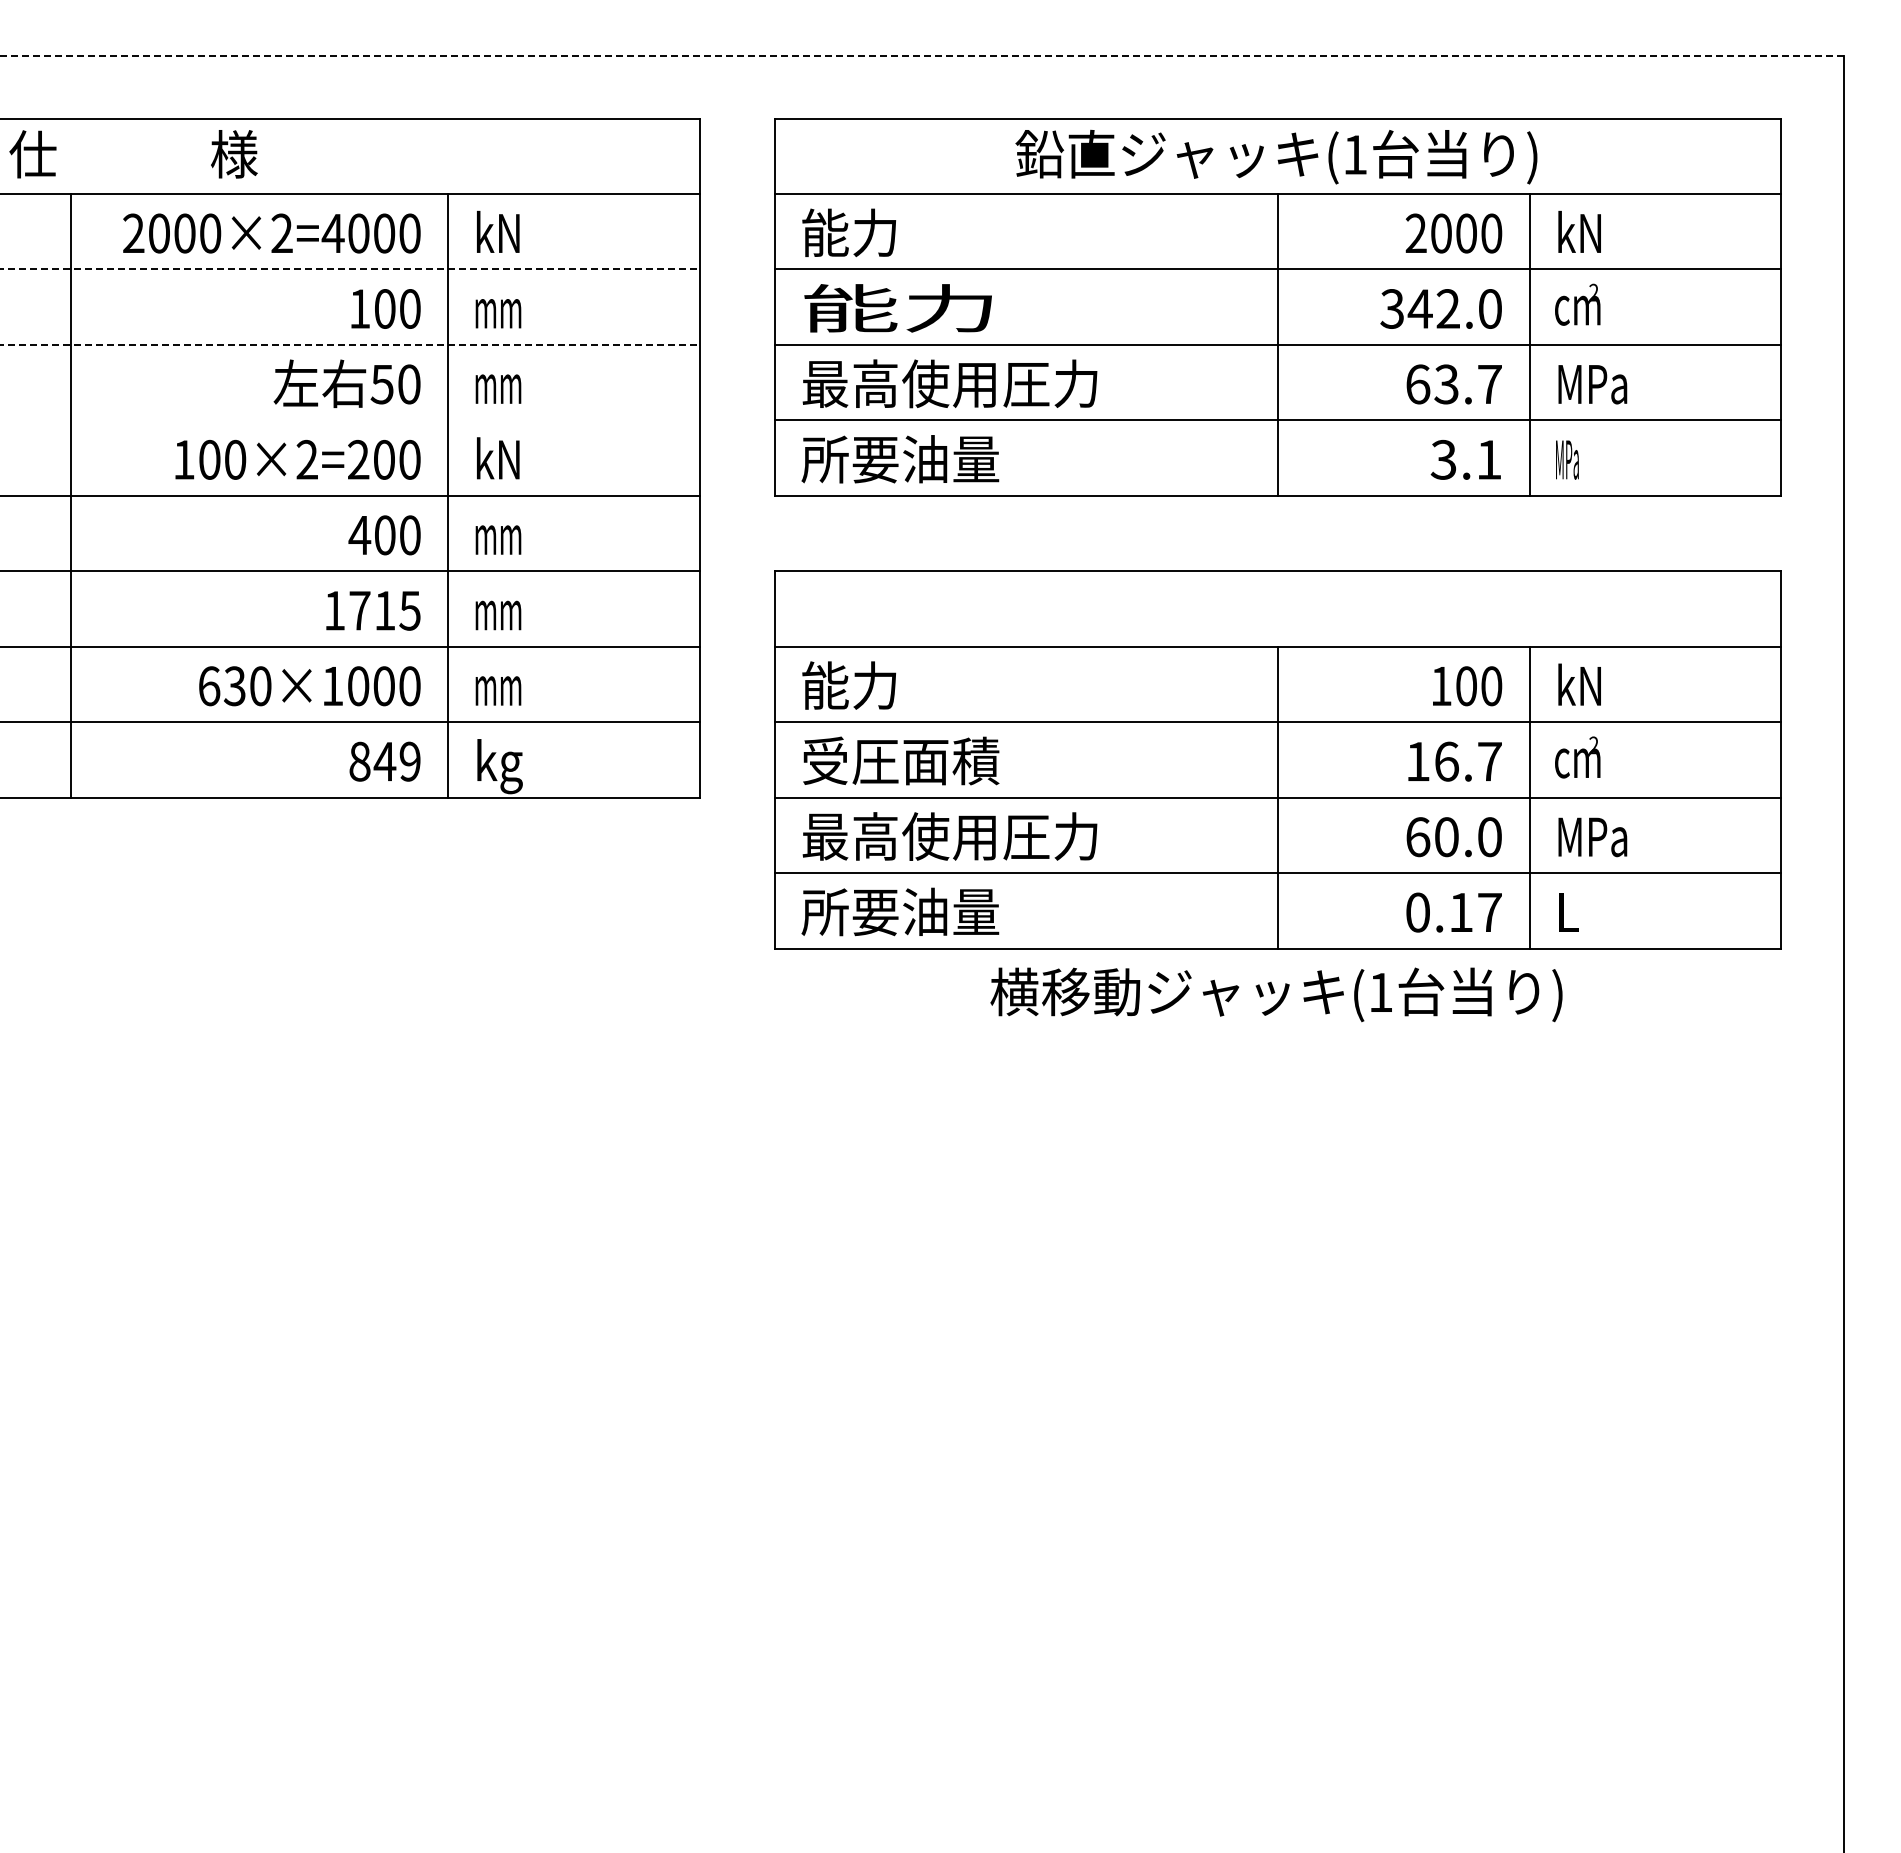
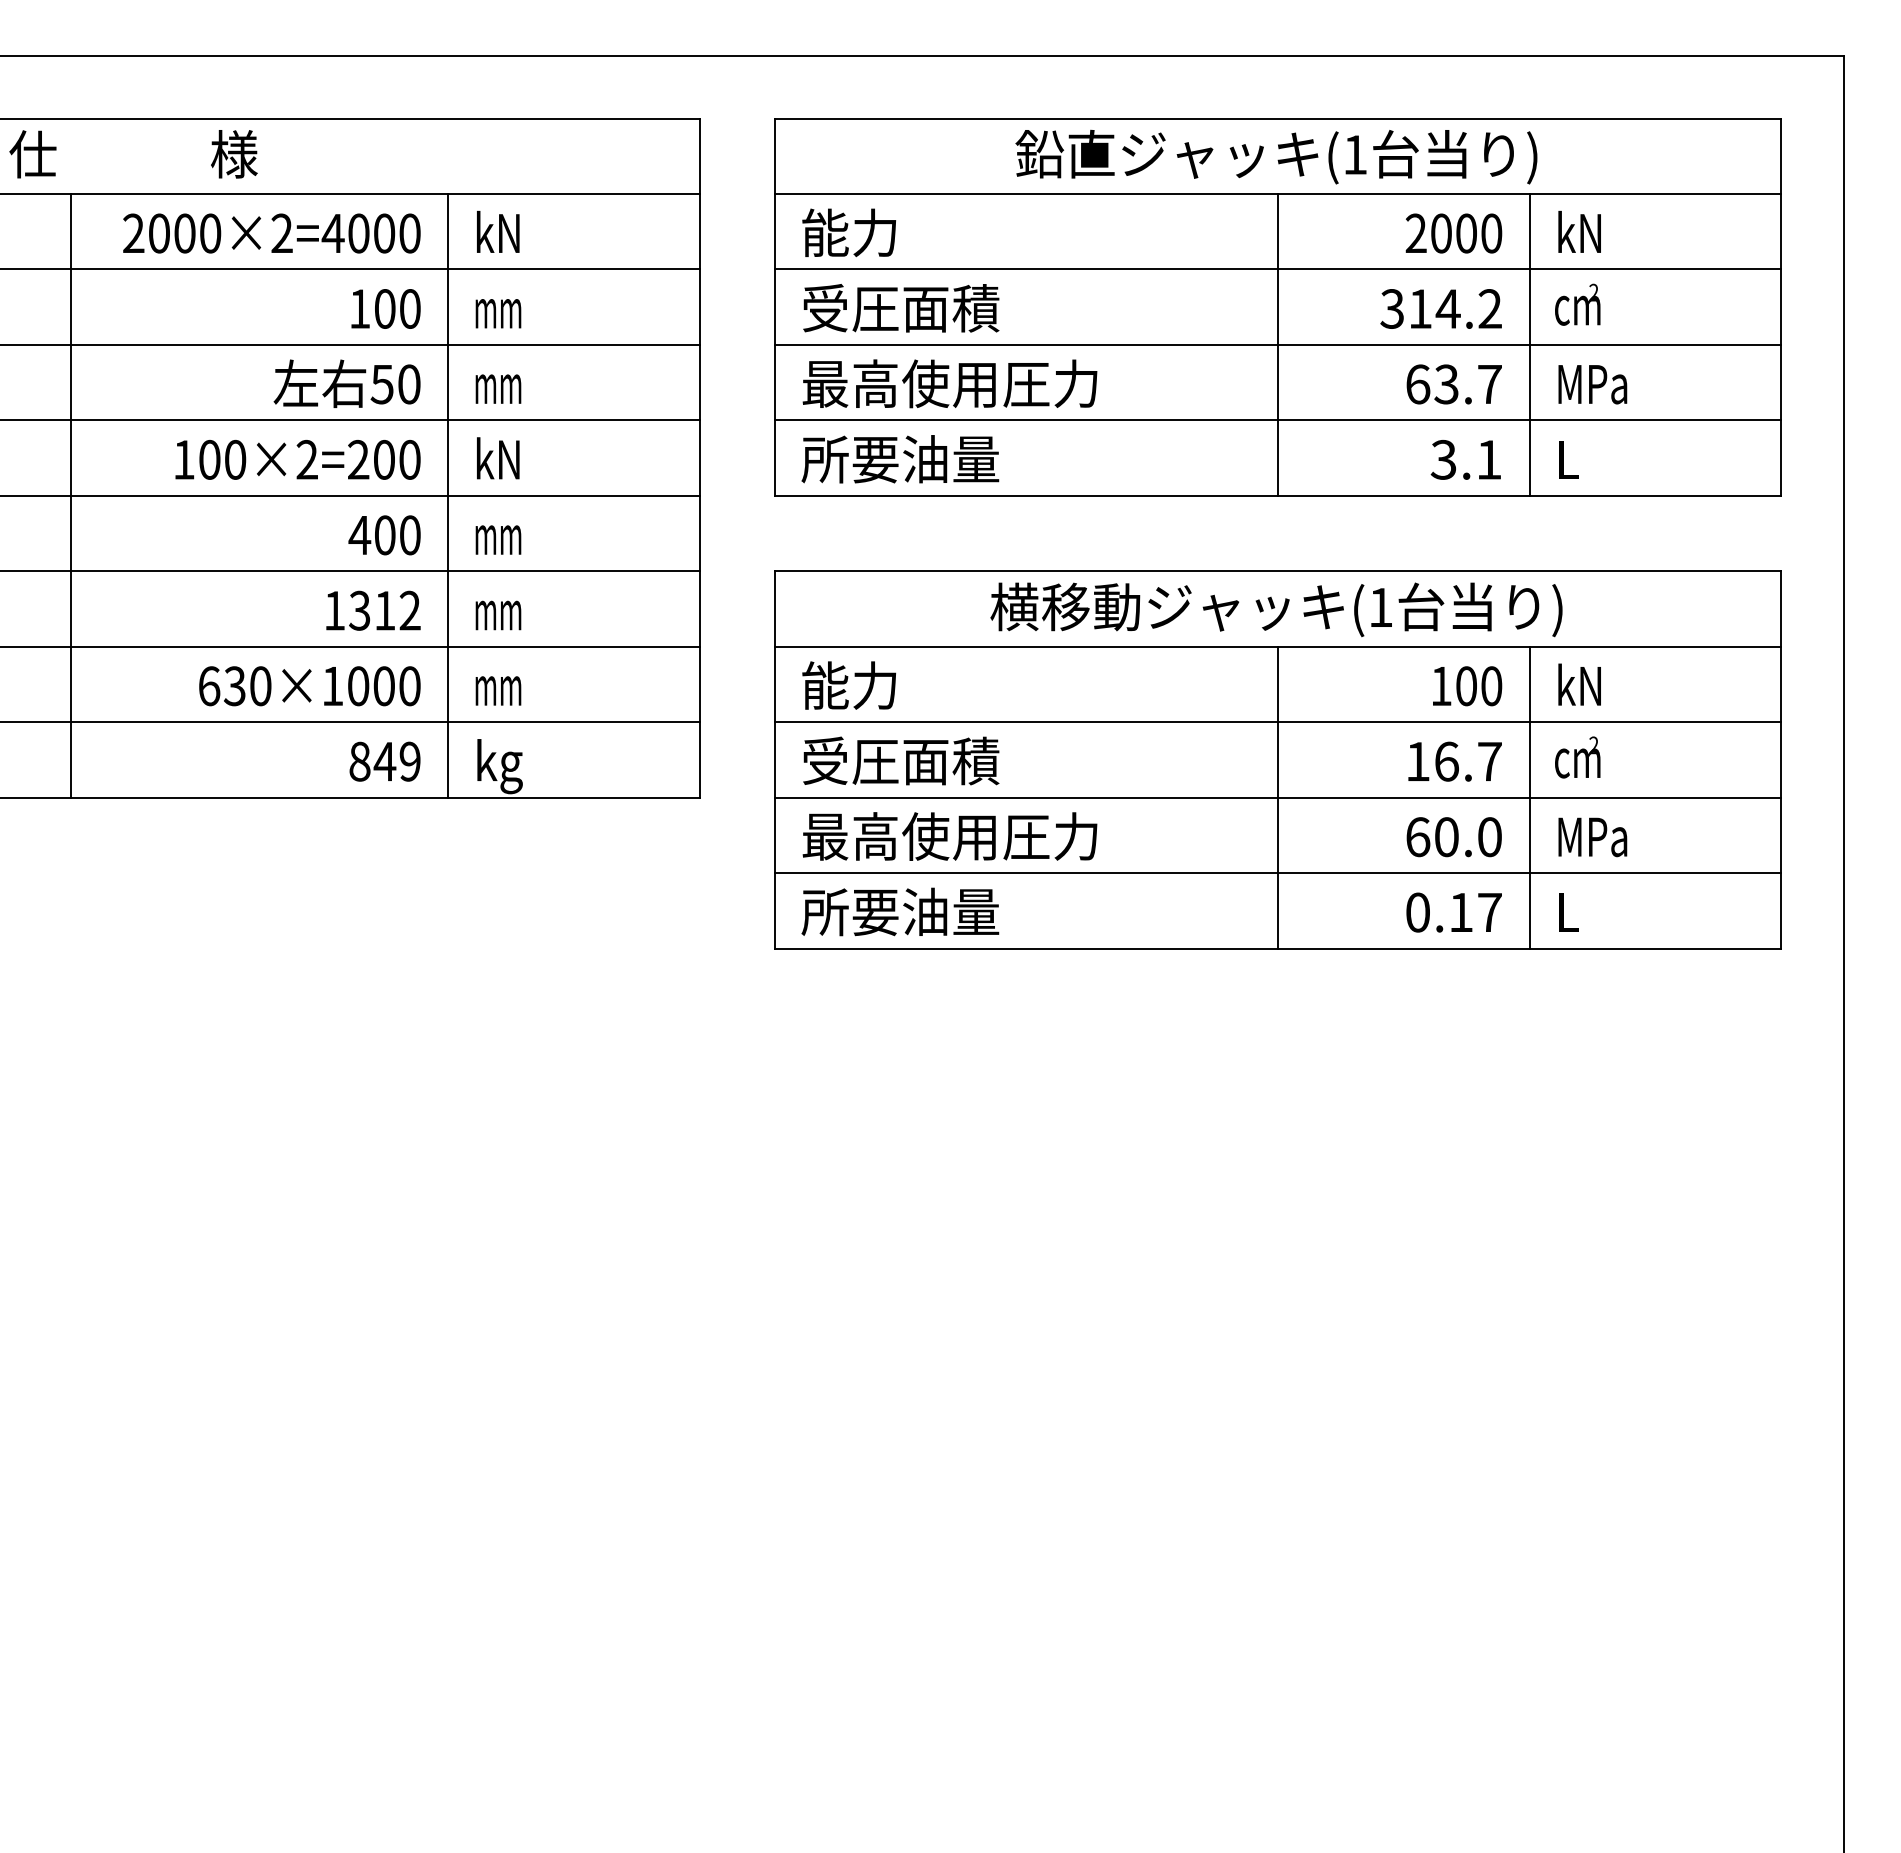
line at (922, 55): dashed -> solid
line at (350, 269): dashed -> solid
text at (901, 308): 能力 -> 受圧面積
text at (1454, 308): 342.0 -> 314.2
line at (350, 344): dashed -> solid
line at (350, 420): none -> present
text at (1567, 459): MPa -> L
text at (384, 610): 1715 -> 1312
text at (1276, 994) position: (1276, 994) -> (1276, 609)
